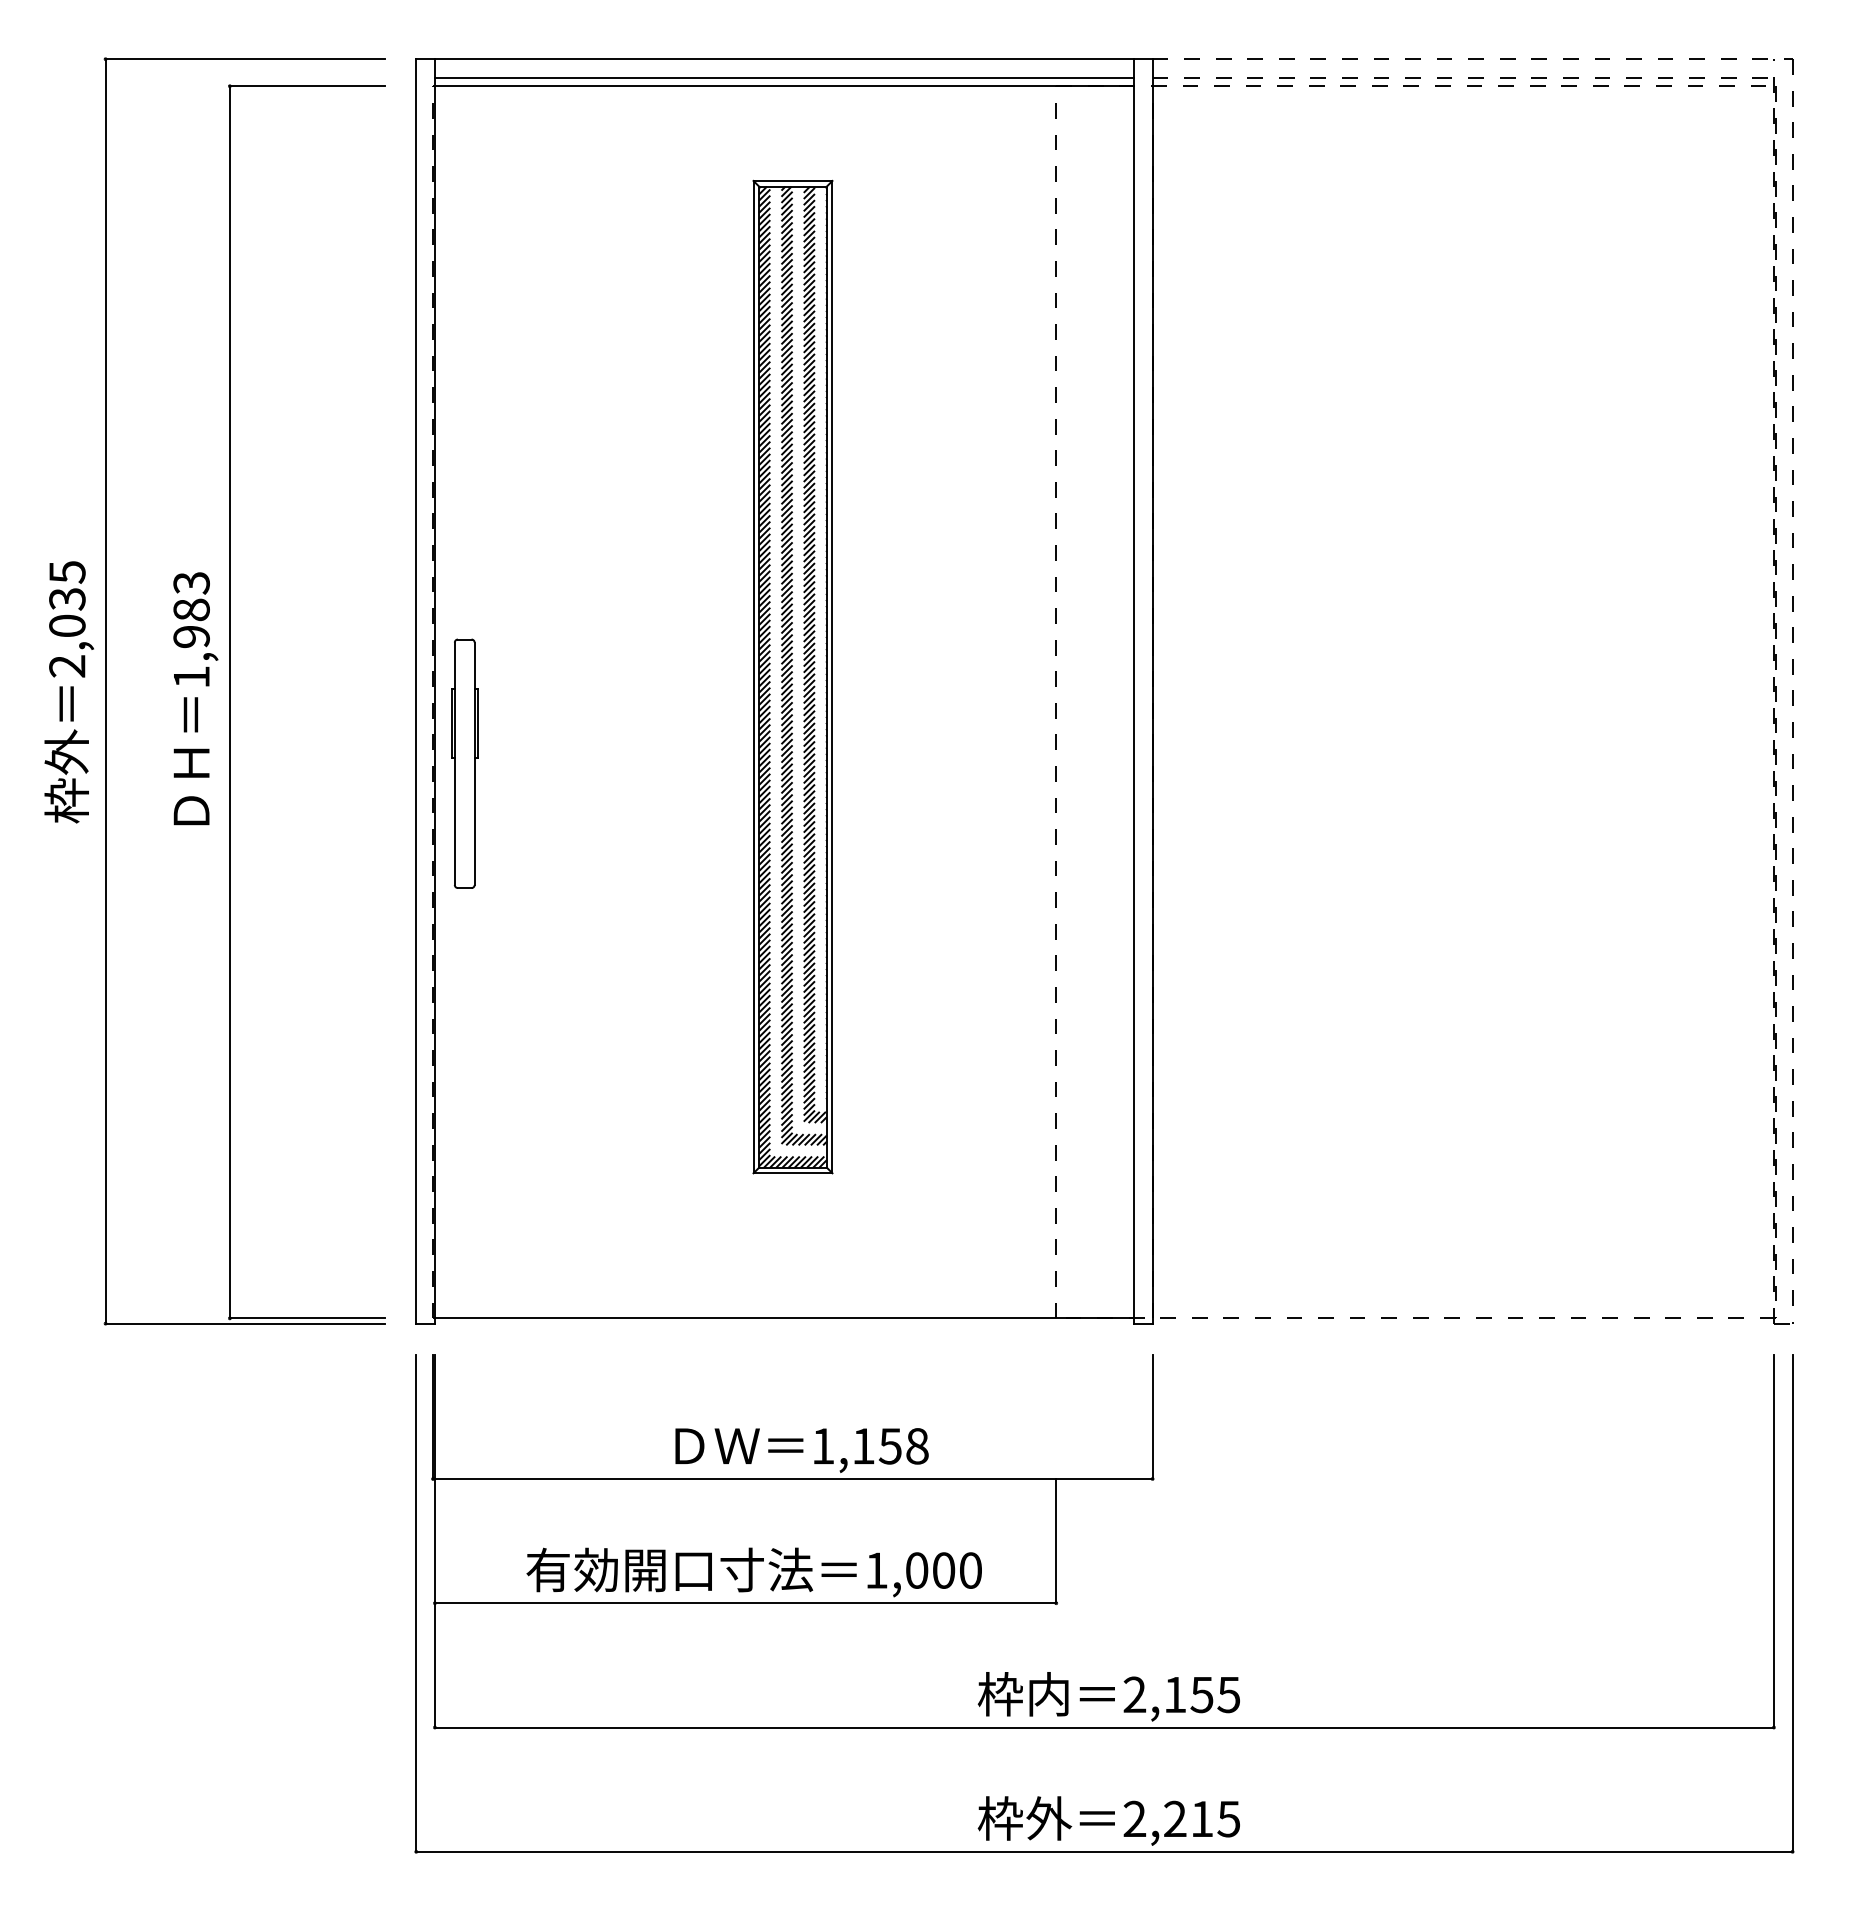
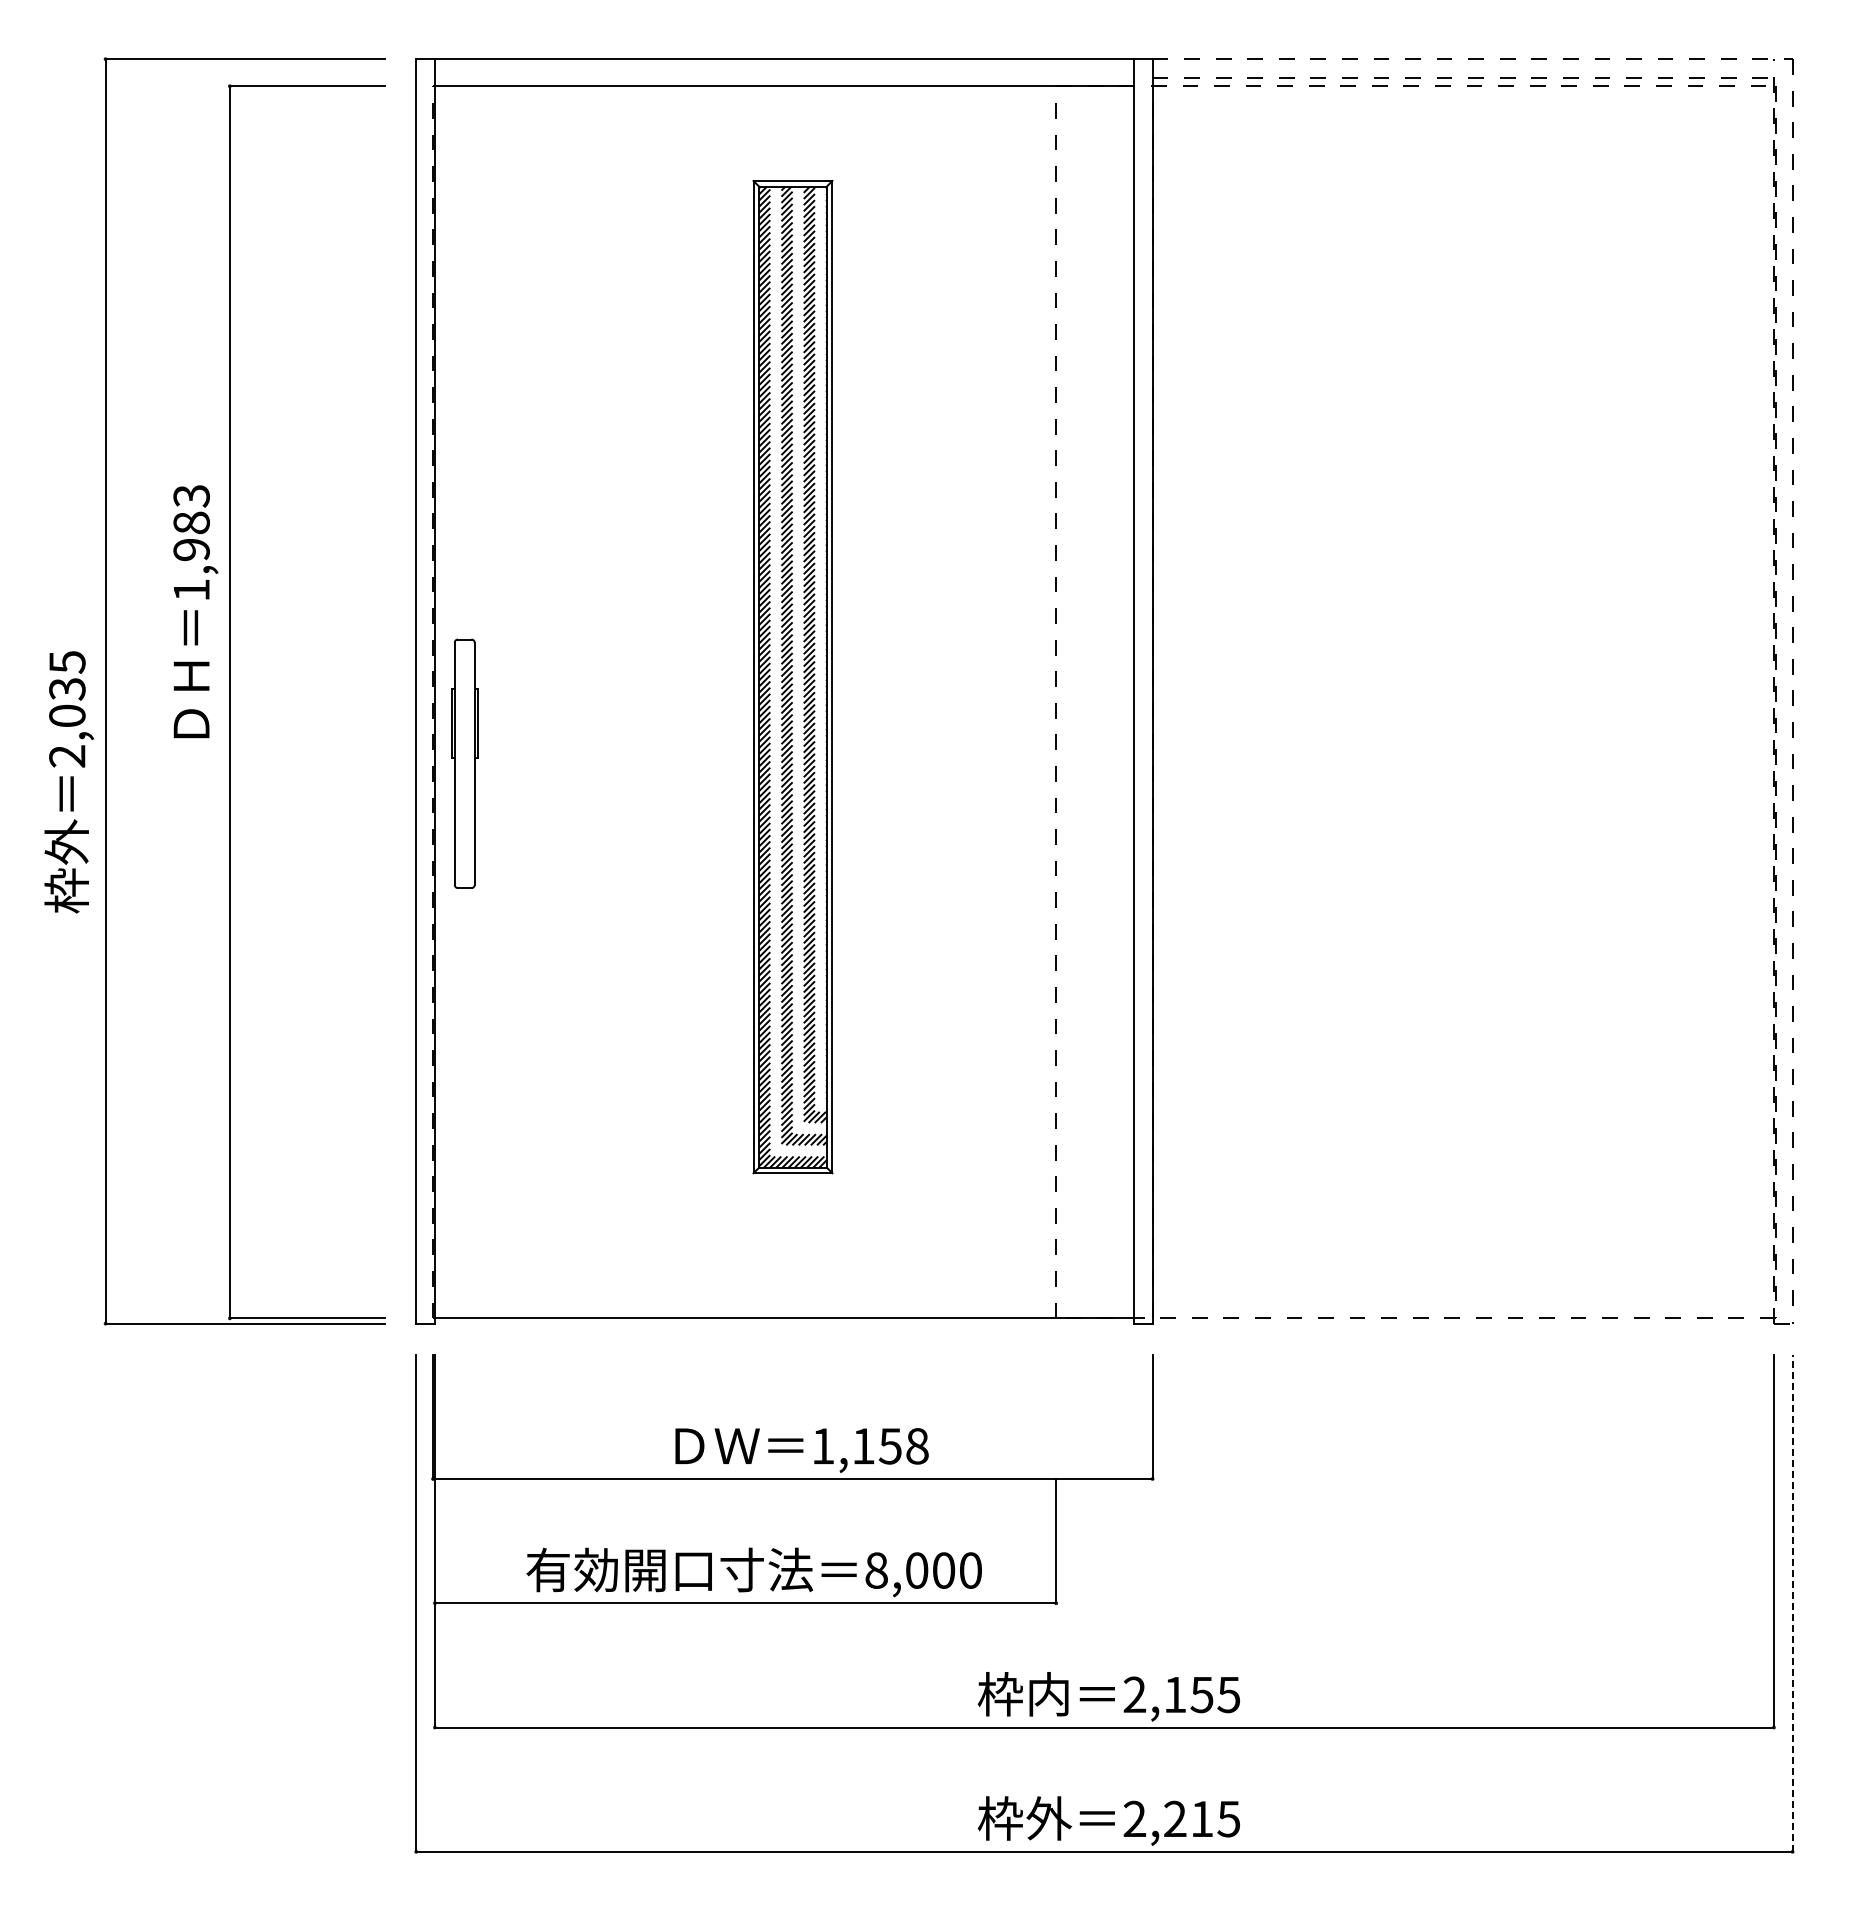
line at (783, 77): present -> none
text at (68, 692) position: (68, 692) -> (68, 782)
text at (195, 698) position: (195, 698) -> (195, 611)
text at (876, 1570): 1,000 -> 8,000
line at (1792, 1603): solid -> dashed
